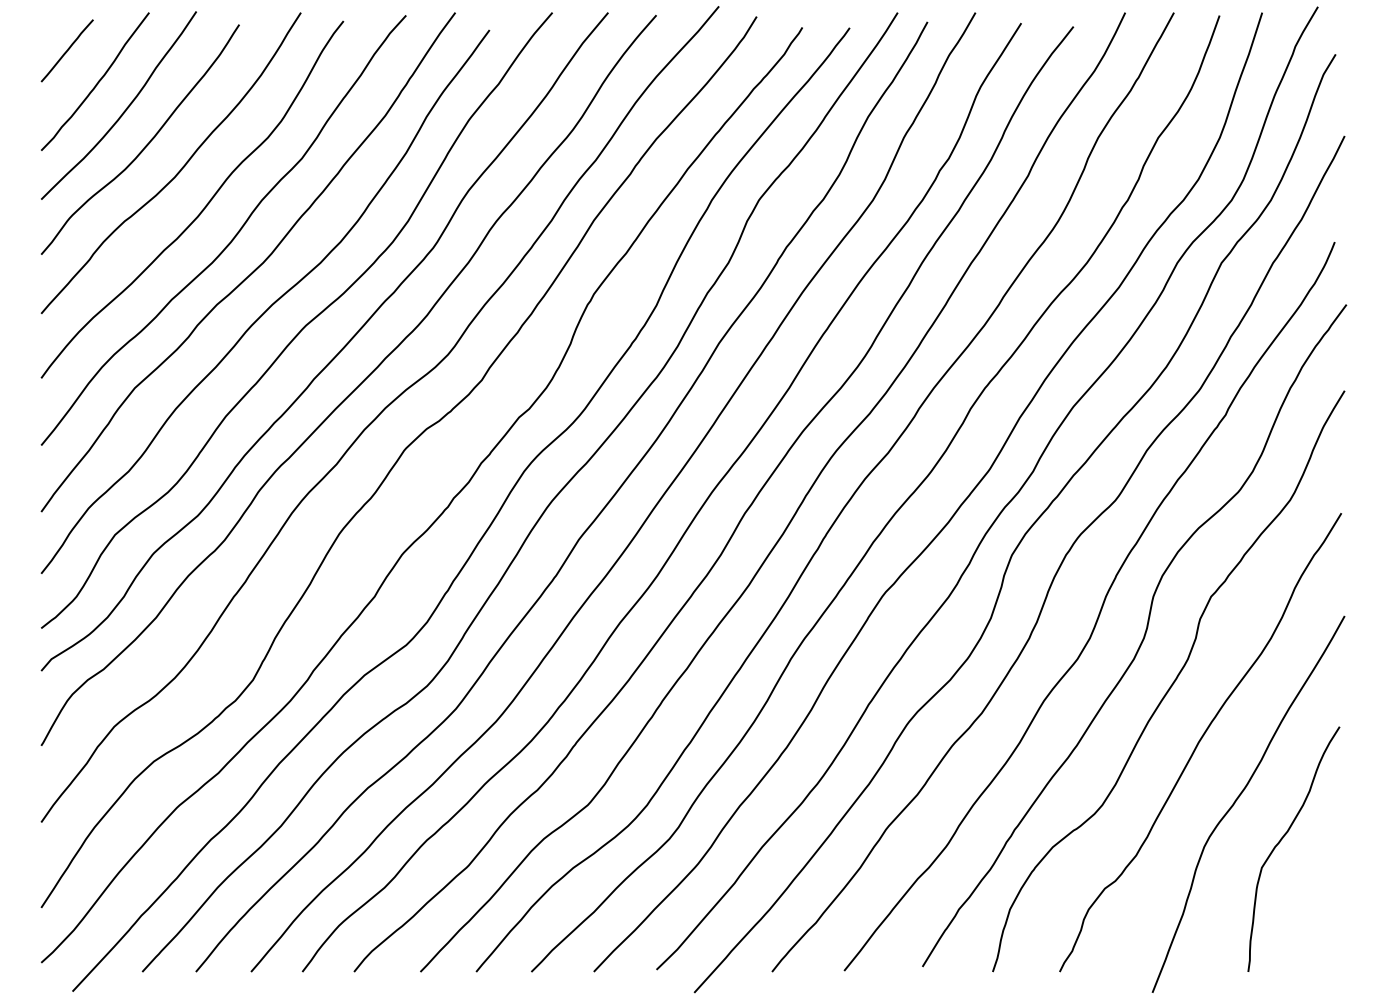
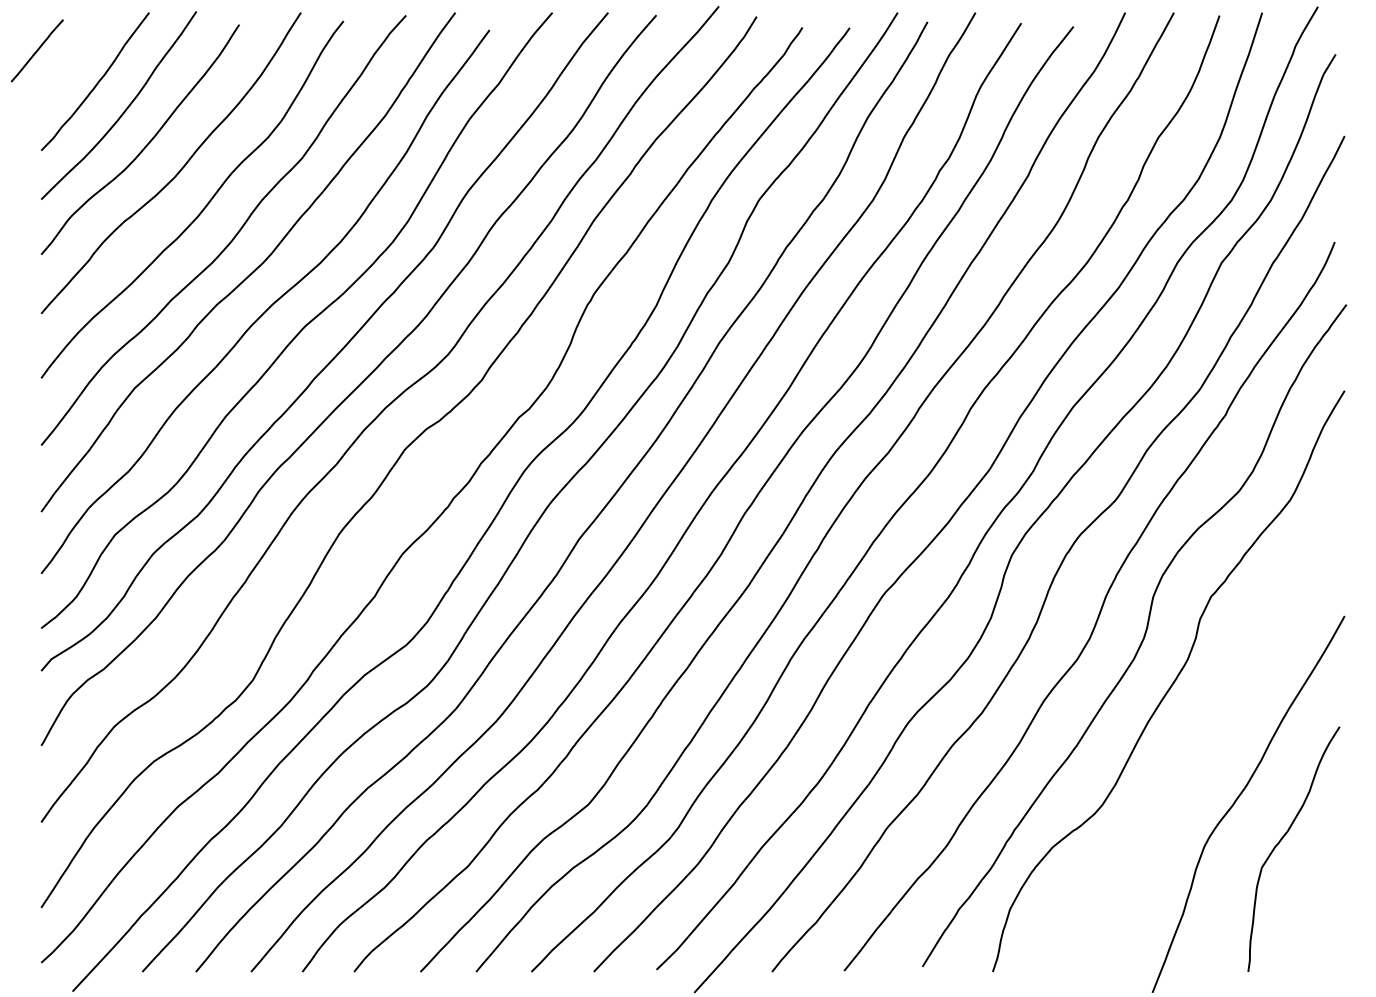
line at (66, 50) position: (66, 50) -> (36, 50)
curve at (1200, 741): present -> none
